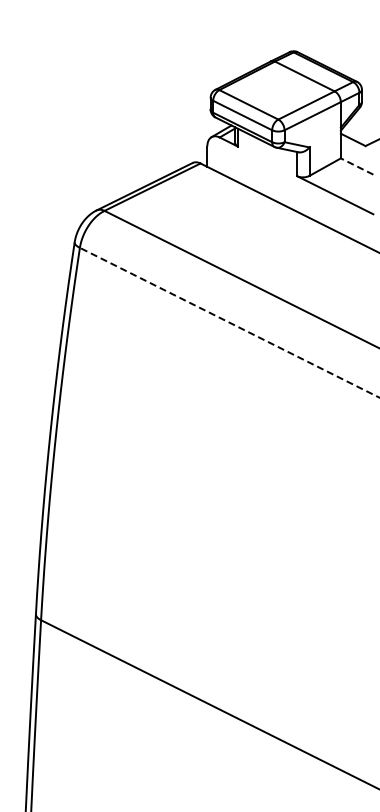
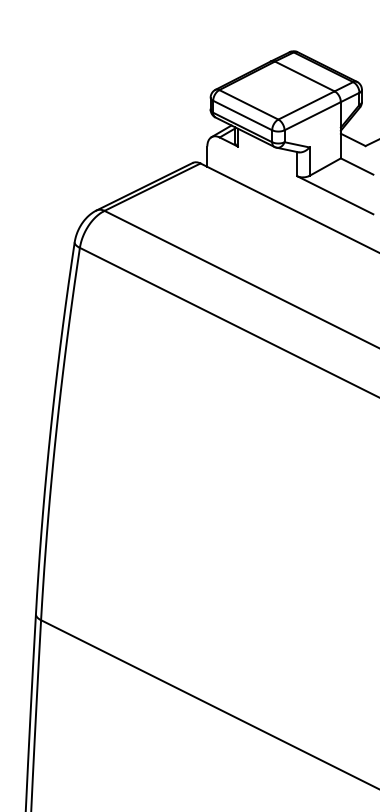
line at (356, 166): dashed -> solid
line at (229, 322): dashed -> solid
